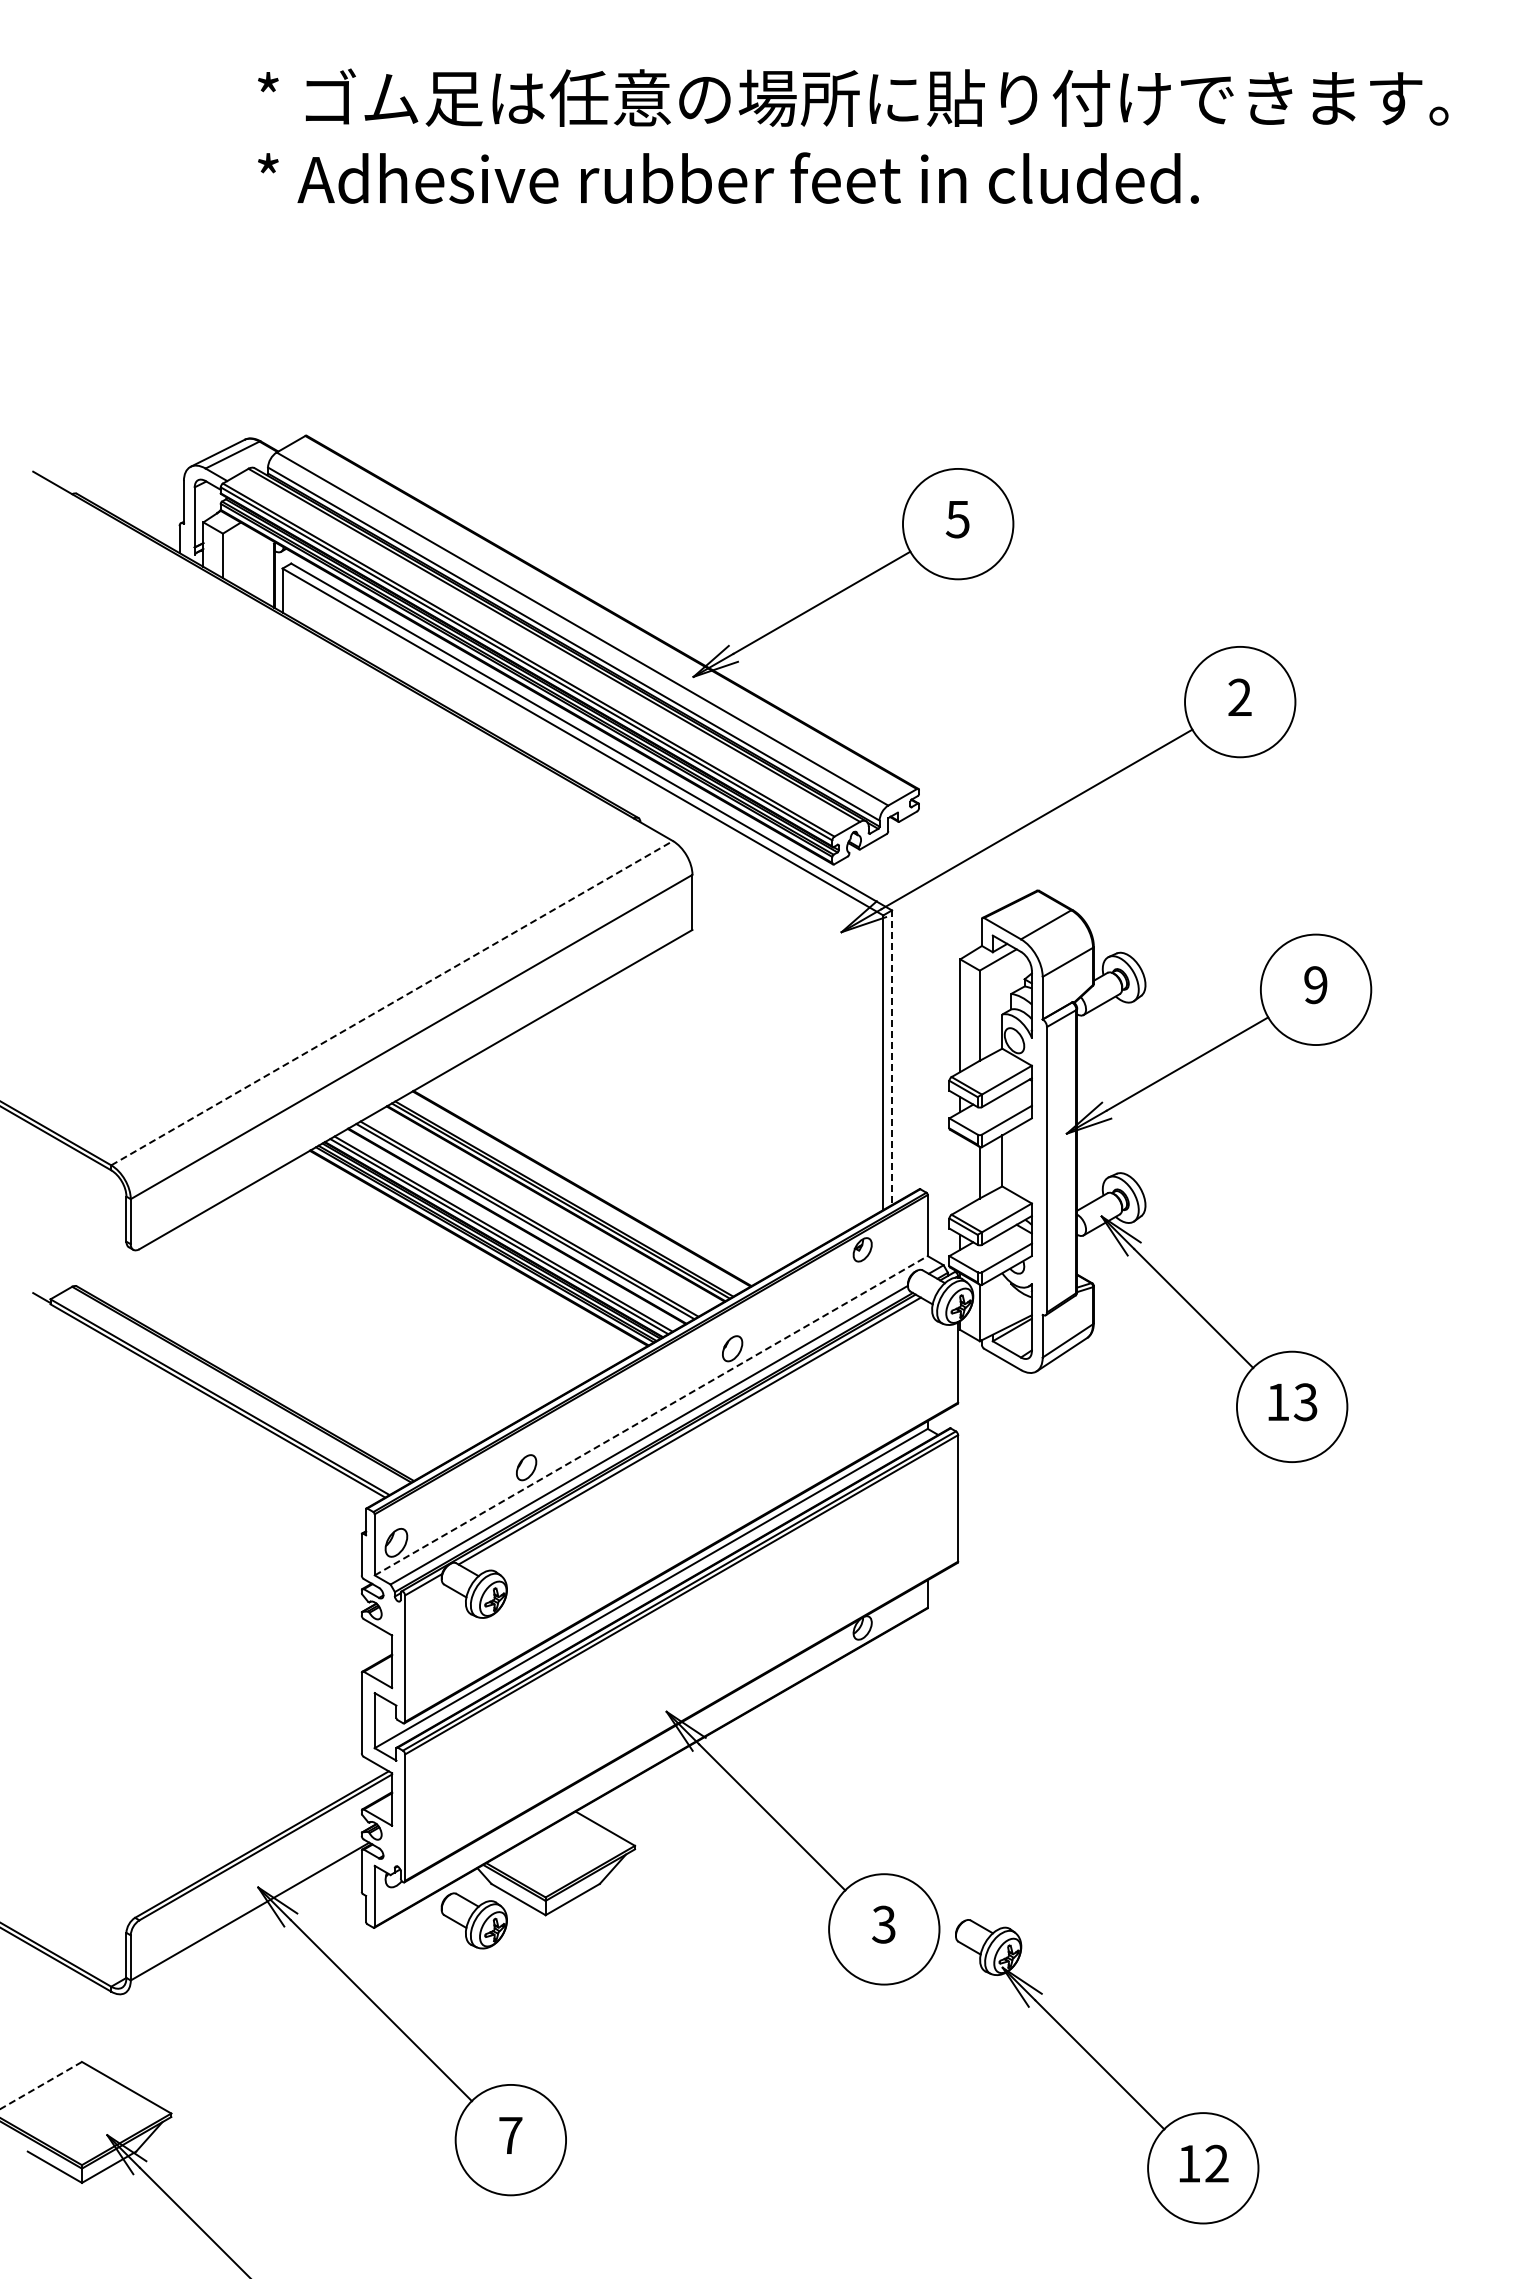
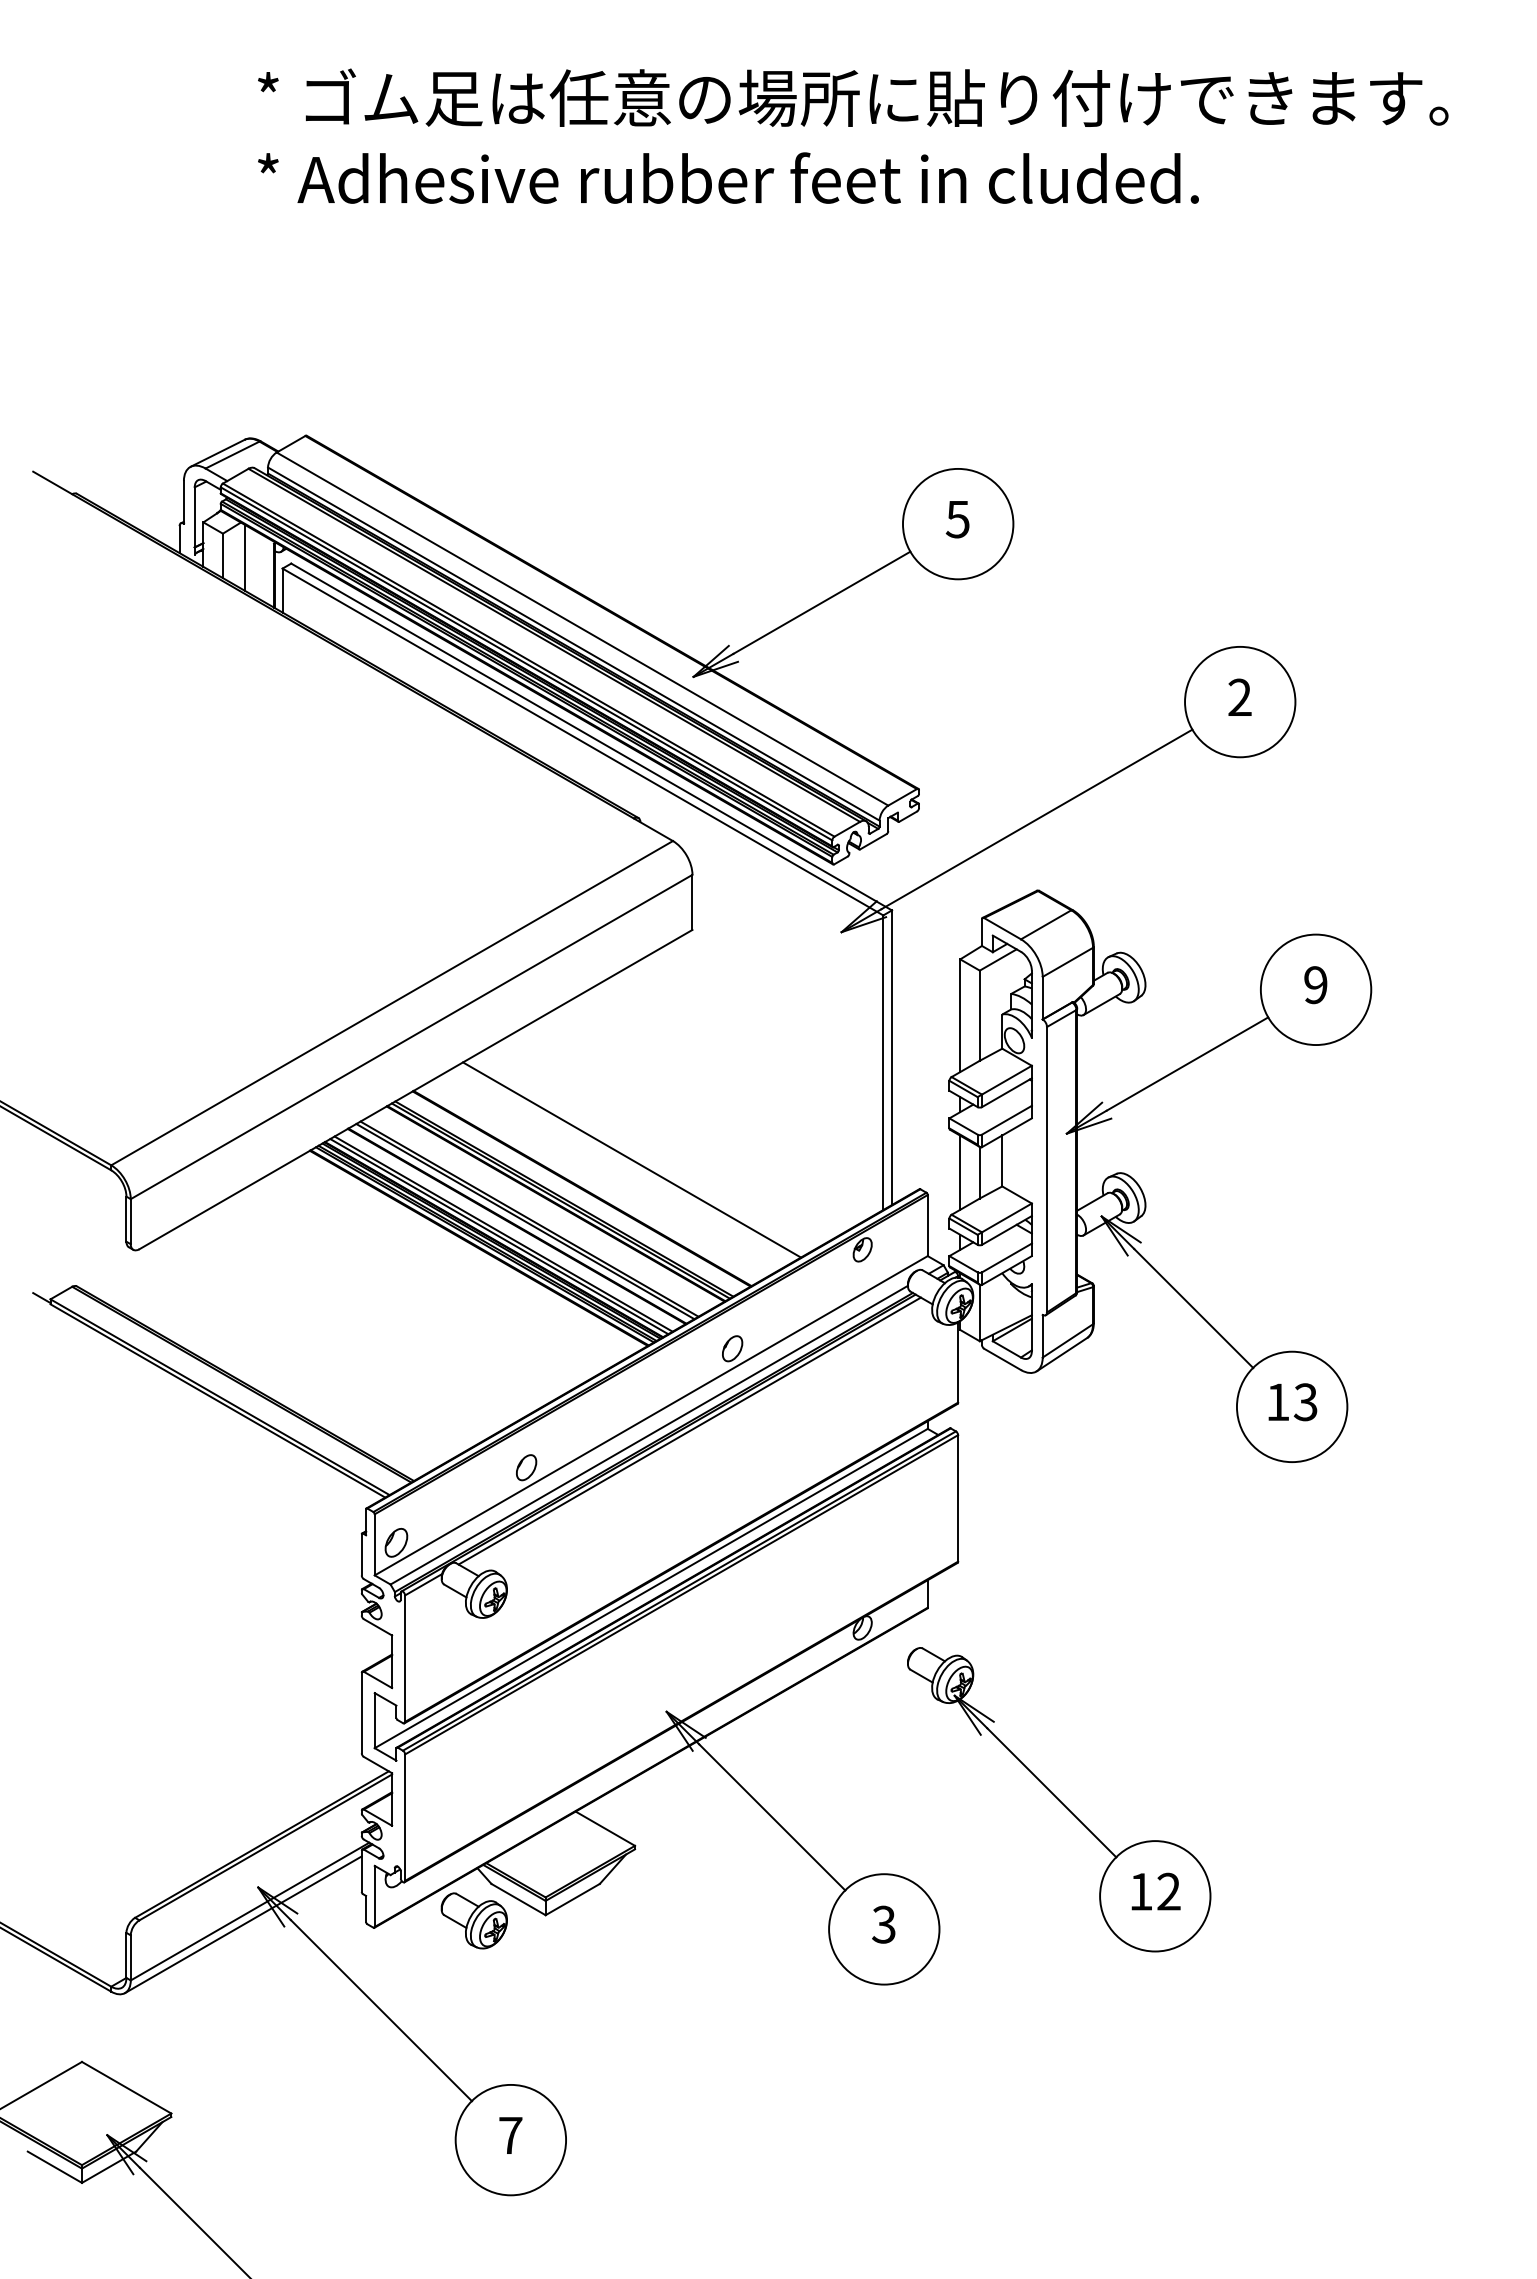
line at (244, 557): none -> present
line at (392, 1002): dashed -> solid
line at (891, 1058): dashed -> solid
line at (632, 1159): none -> present
line at (960, 1172): none -> present
line at (651, 1415): dashed -> solid
line at (243, 1924): none -> present
part at (1107, 2071) position: (1107, 2071) -> (1059, 1799)
line at (40, 2085): dashed -> solid
